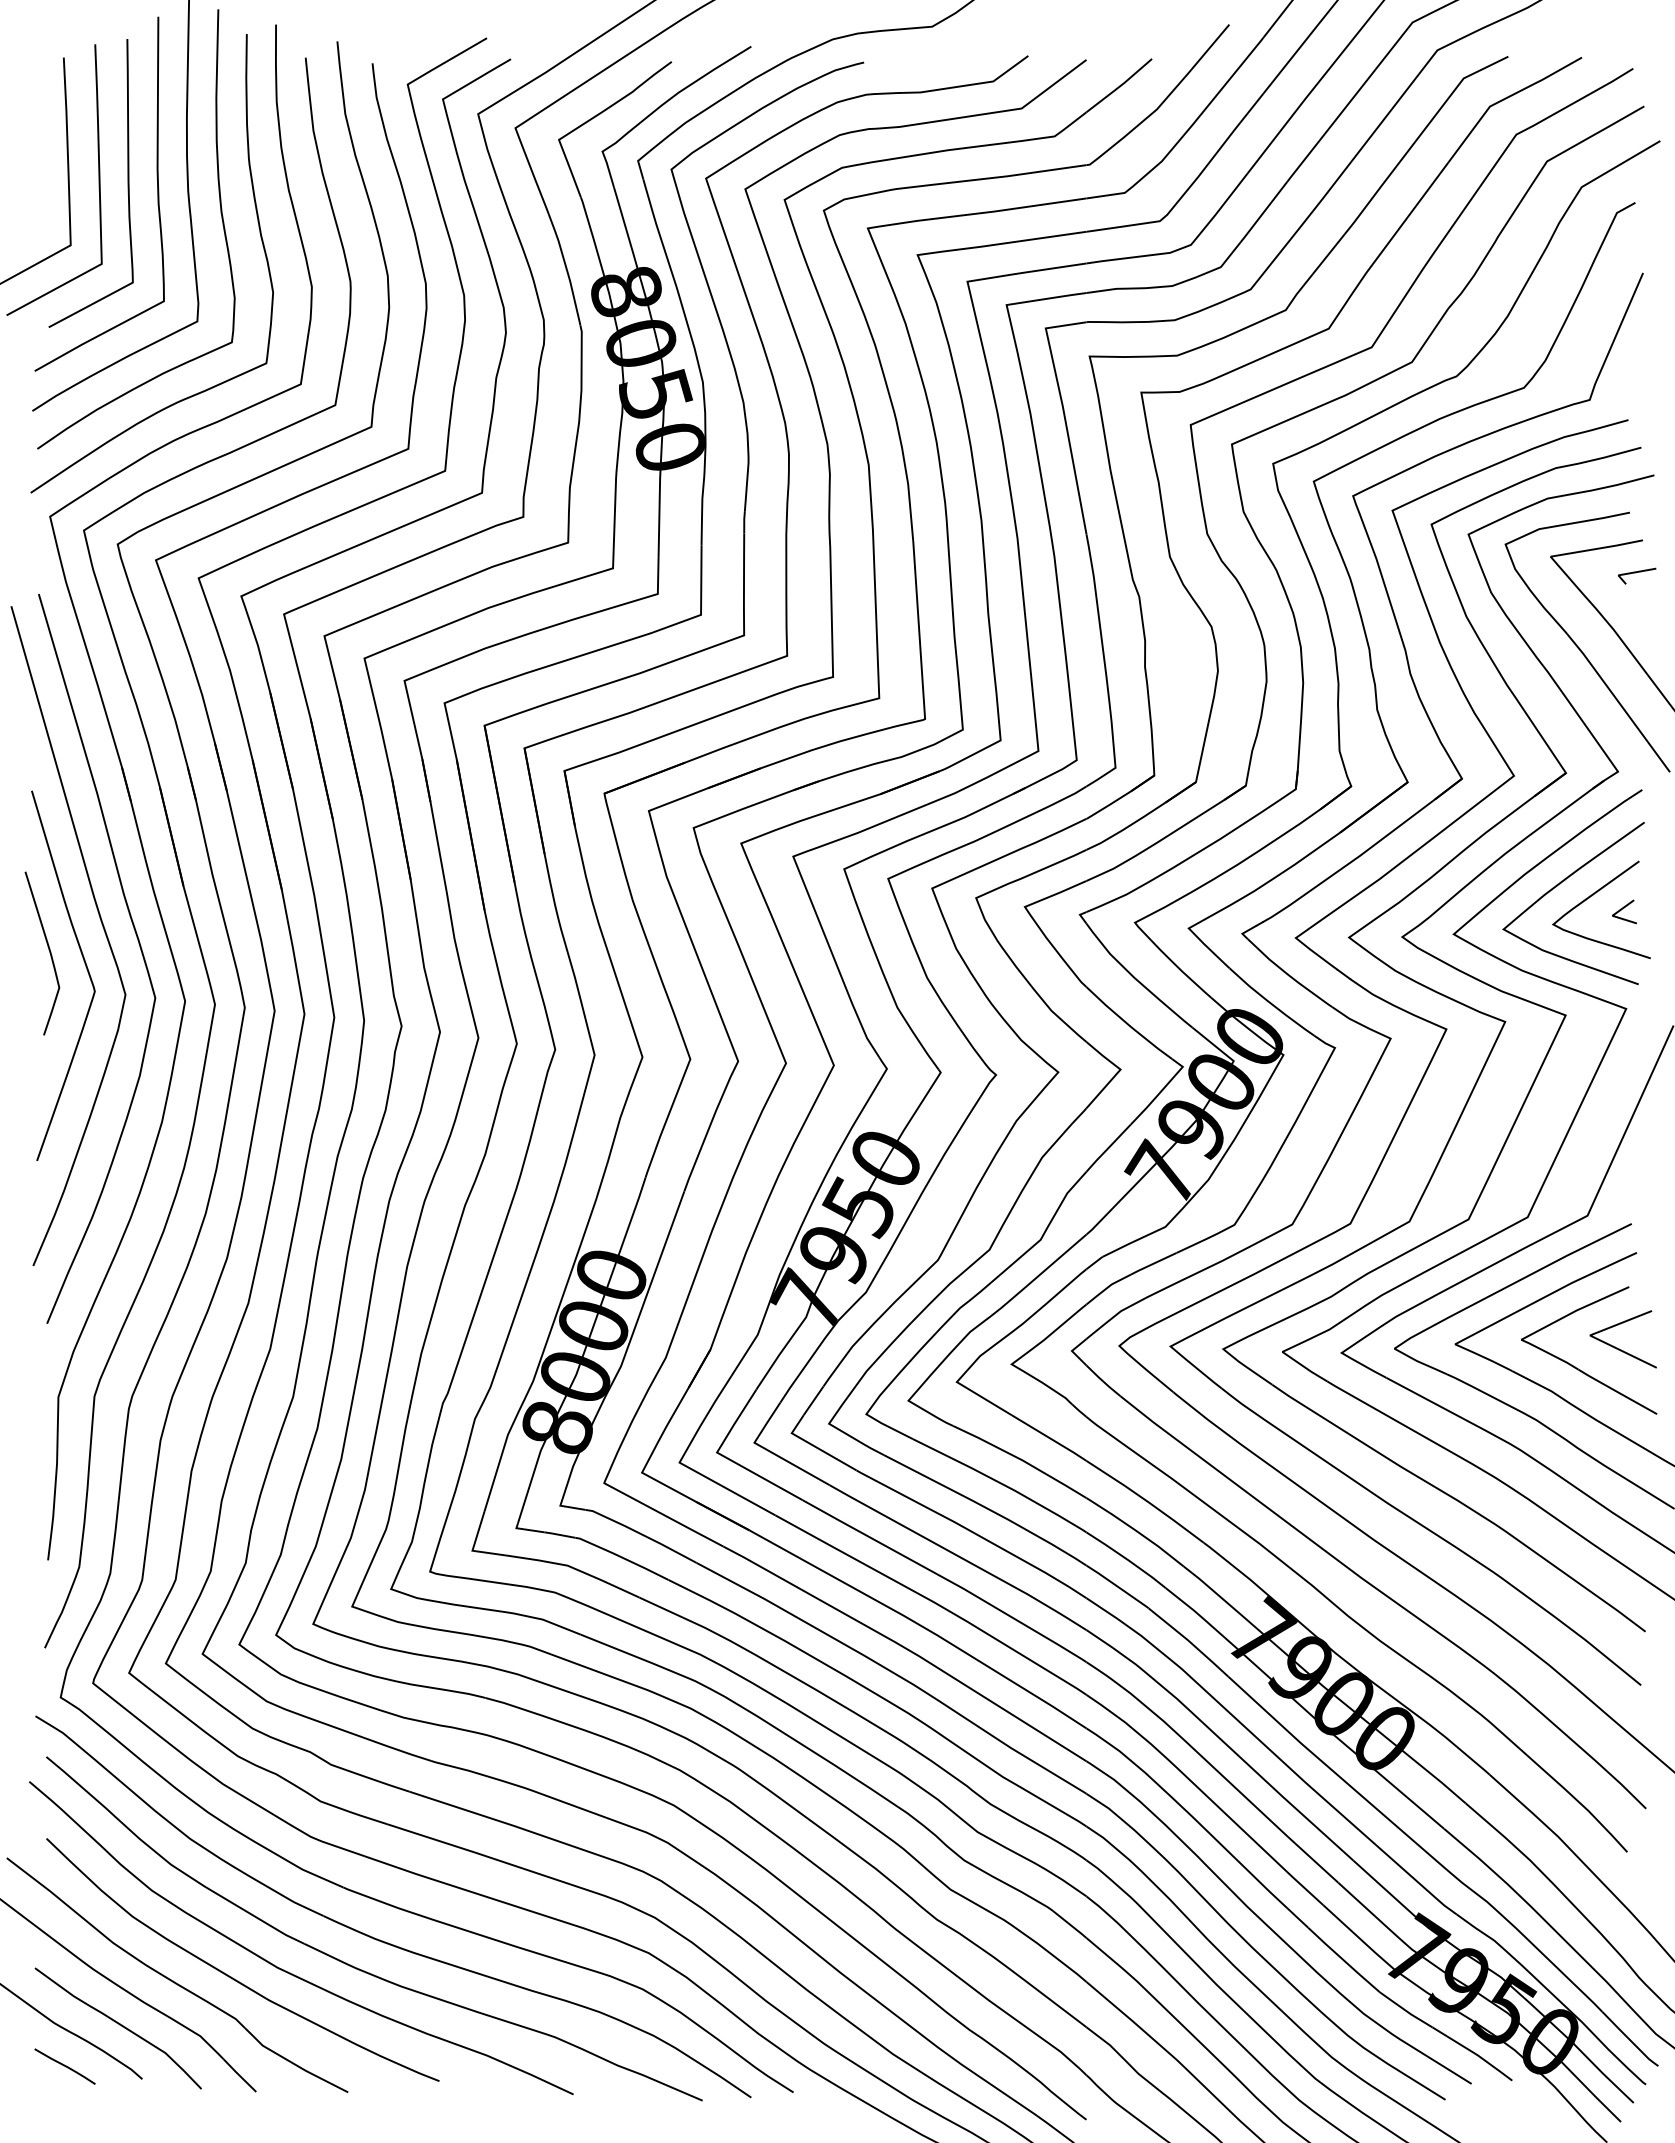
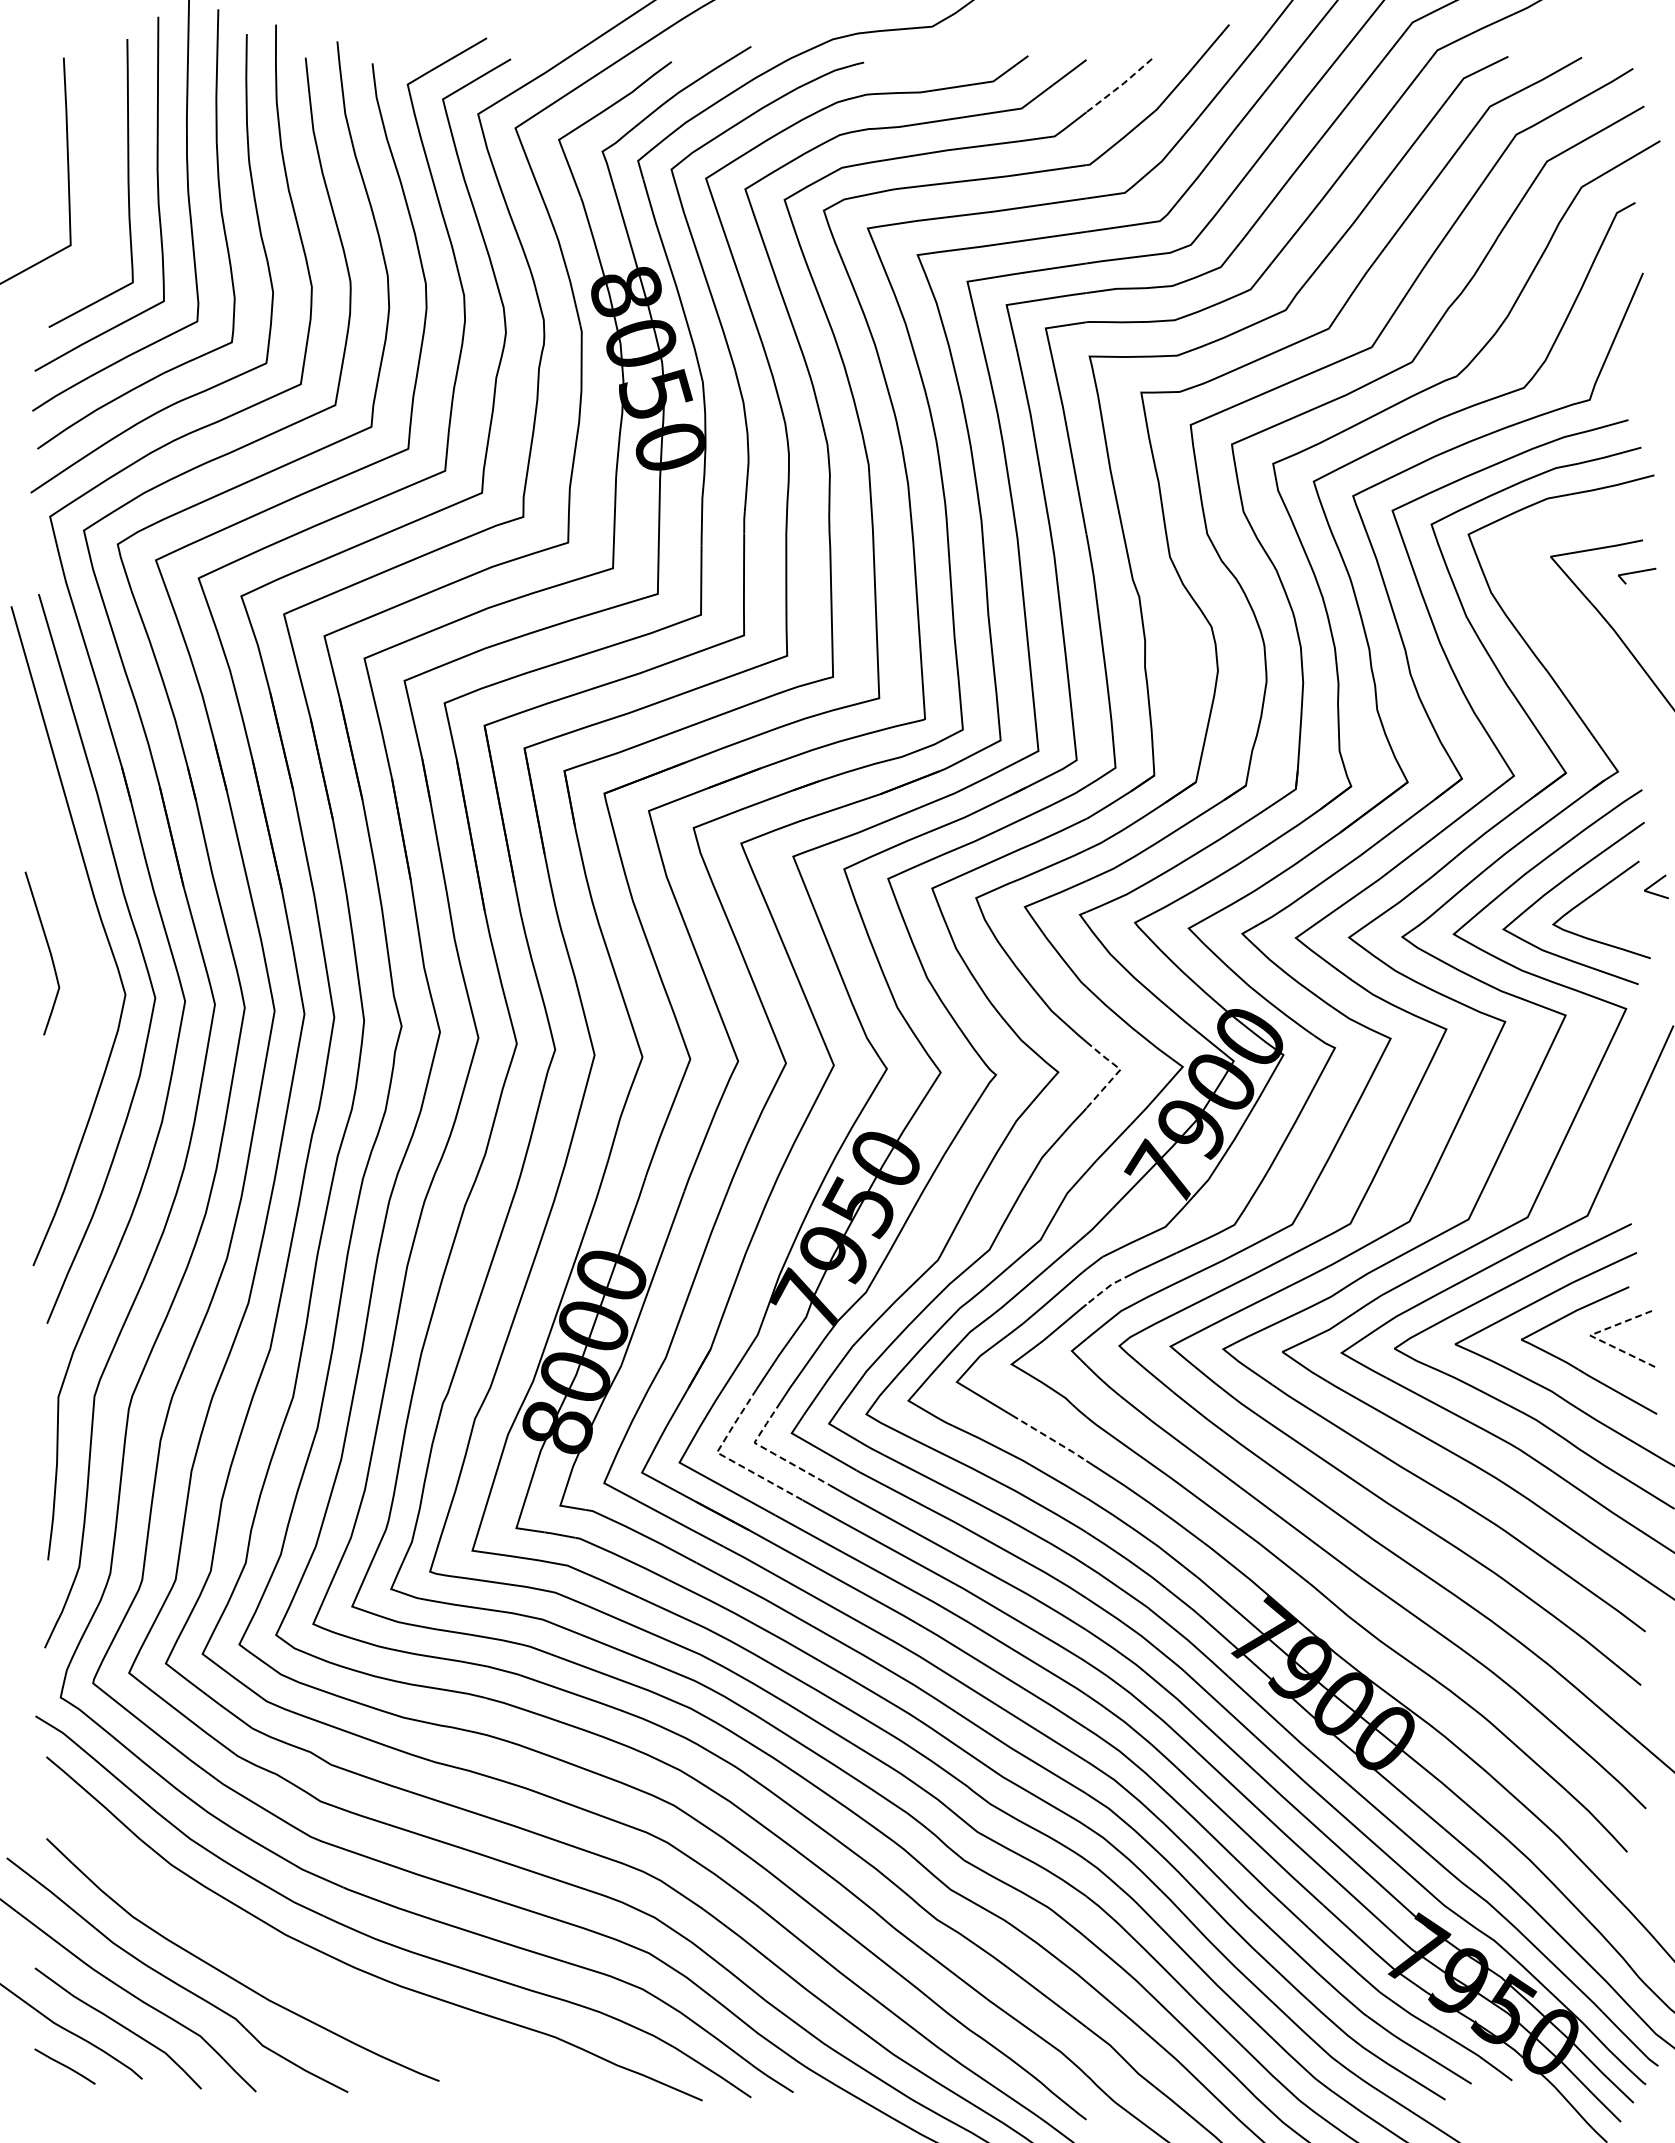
line at (1119, 86): solid -> dashed
line at (98, 179): present -> none
curve at (1580, 648): present -> none
line at (1622, 909) position: (1622, 909) -> (1654, 884)
curve at (85, 966): present -> none
line at (1118, 1071): solid -> dashed
line at (1107, 1287): solid -> dashed
line at (1593, 1337): solid -> dashed
line at (1050, 1438): solid -> dashed
line at (770, 1451): solid -> dashed
line at (726, 1457): solid -> dashed
part at (286, 1970): present -> none
